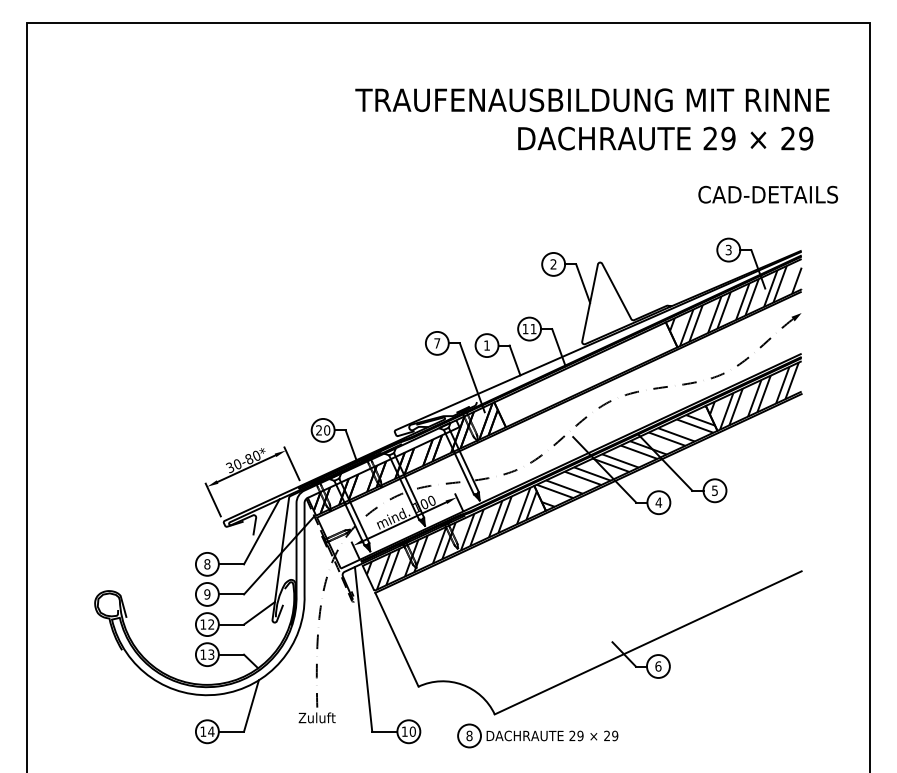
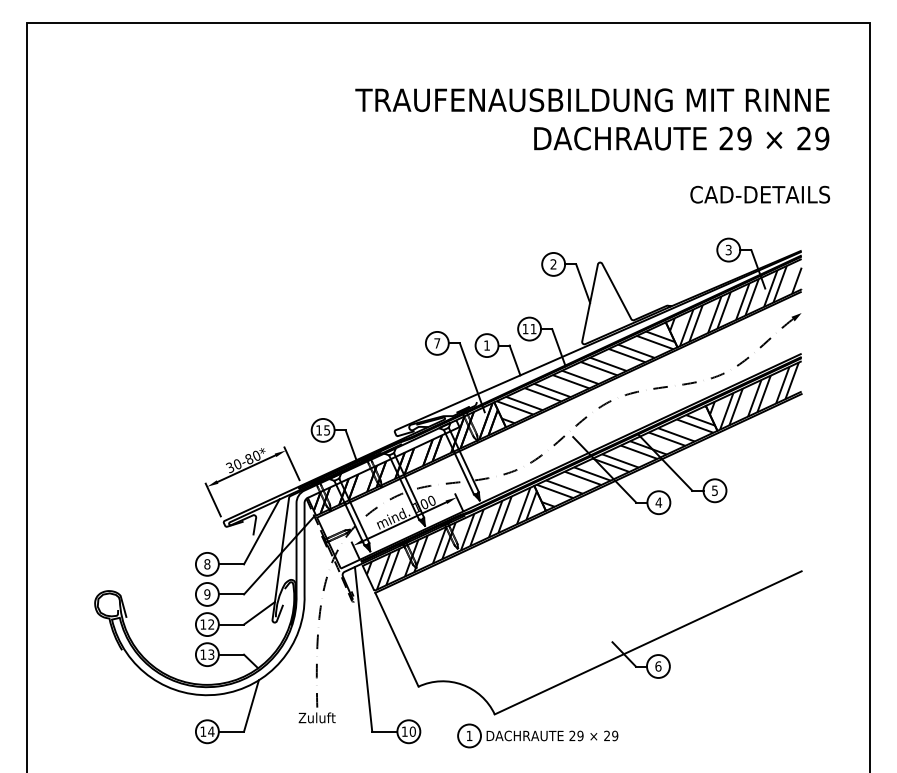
text at (665, 138) position: (665, 138) -> (681, 138)
text at (768, 194) position: (768, 194) -> (760, 194)
hatch at (585, 372): none -> present
text at (323, 430): 20 -> 15
text at (469, 735): 8 -> 1
